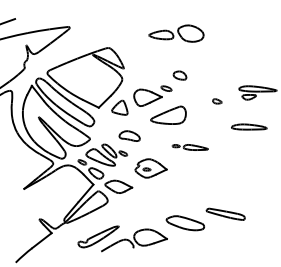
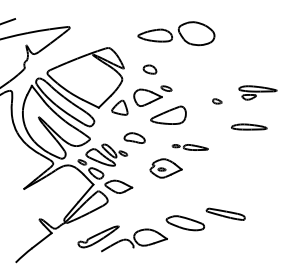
part at (176, 33) size: 57x19 px -> 79x26 px
part at (179, 75) position: (179, 75) -> (149, 69)
part at (129, 135) position: (129, 135) -> (134, 137)
part at (150, 168) position: (150, 168) -> (165, 168)
